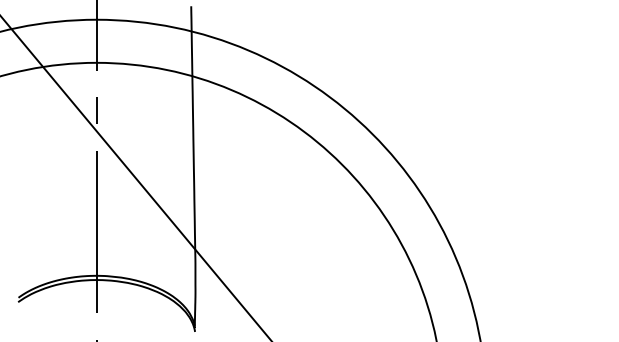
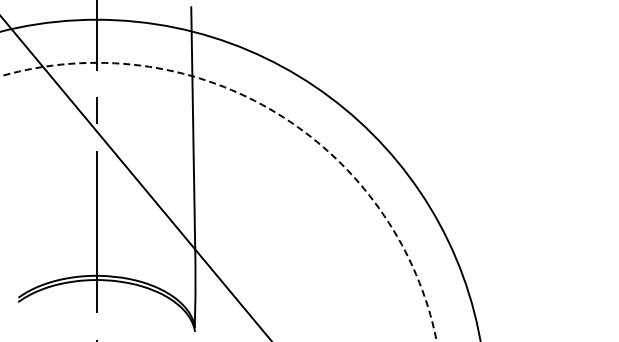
circle at (218, 201): solid -> dashed
